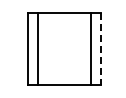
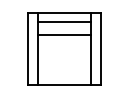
line at (64, 21): none -> present
line at (64, 35): none -> present
line at (101, 49): dashed -> solid
